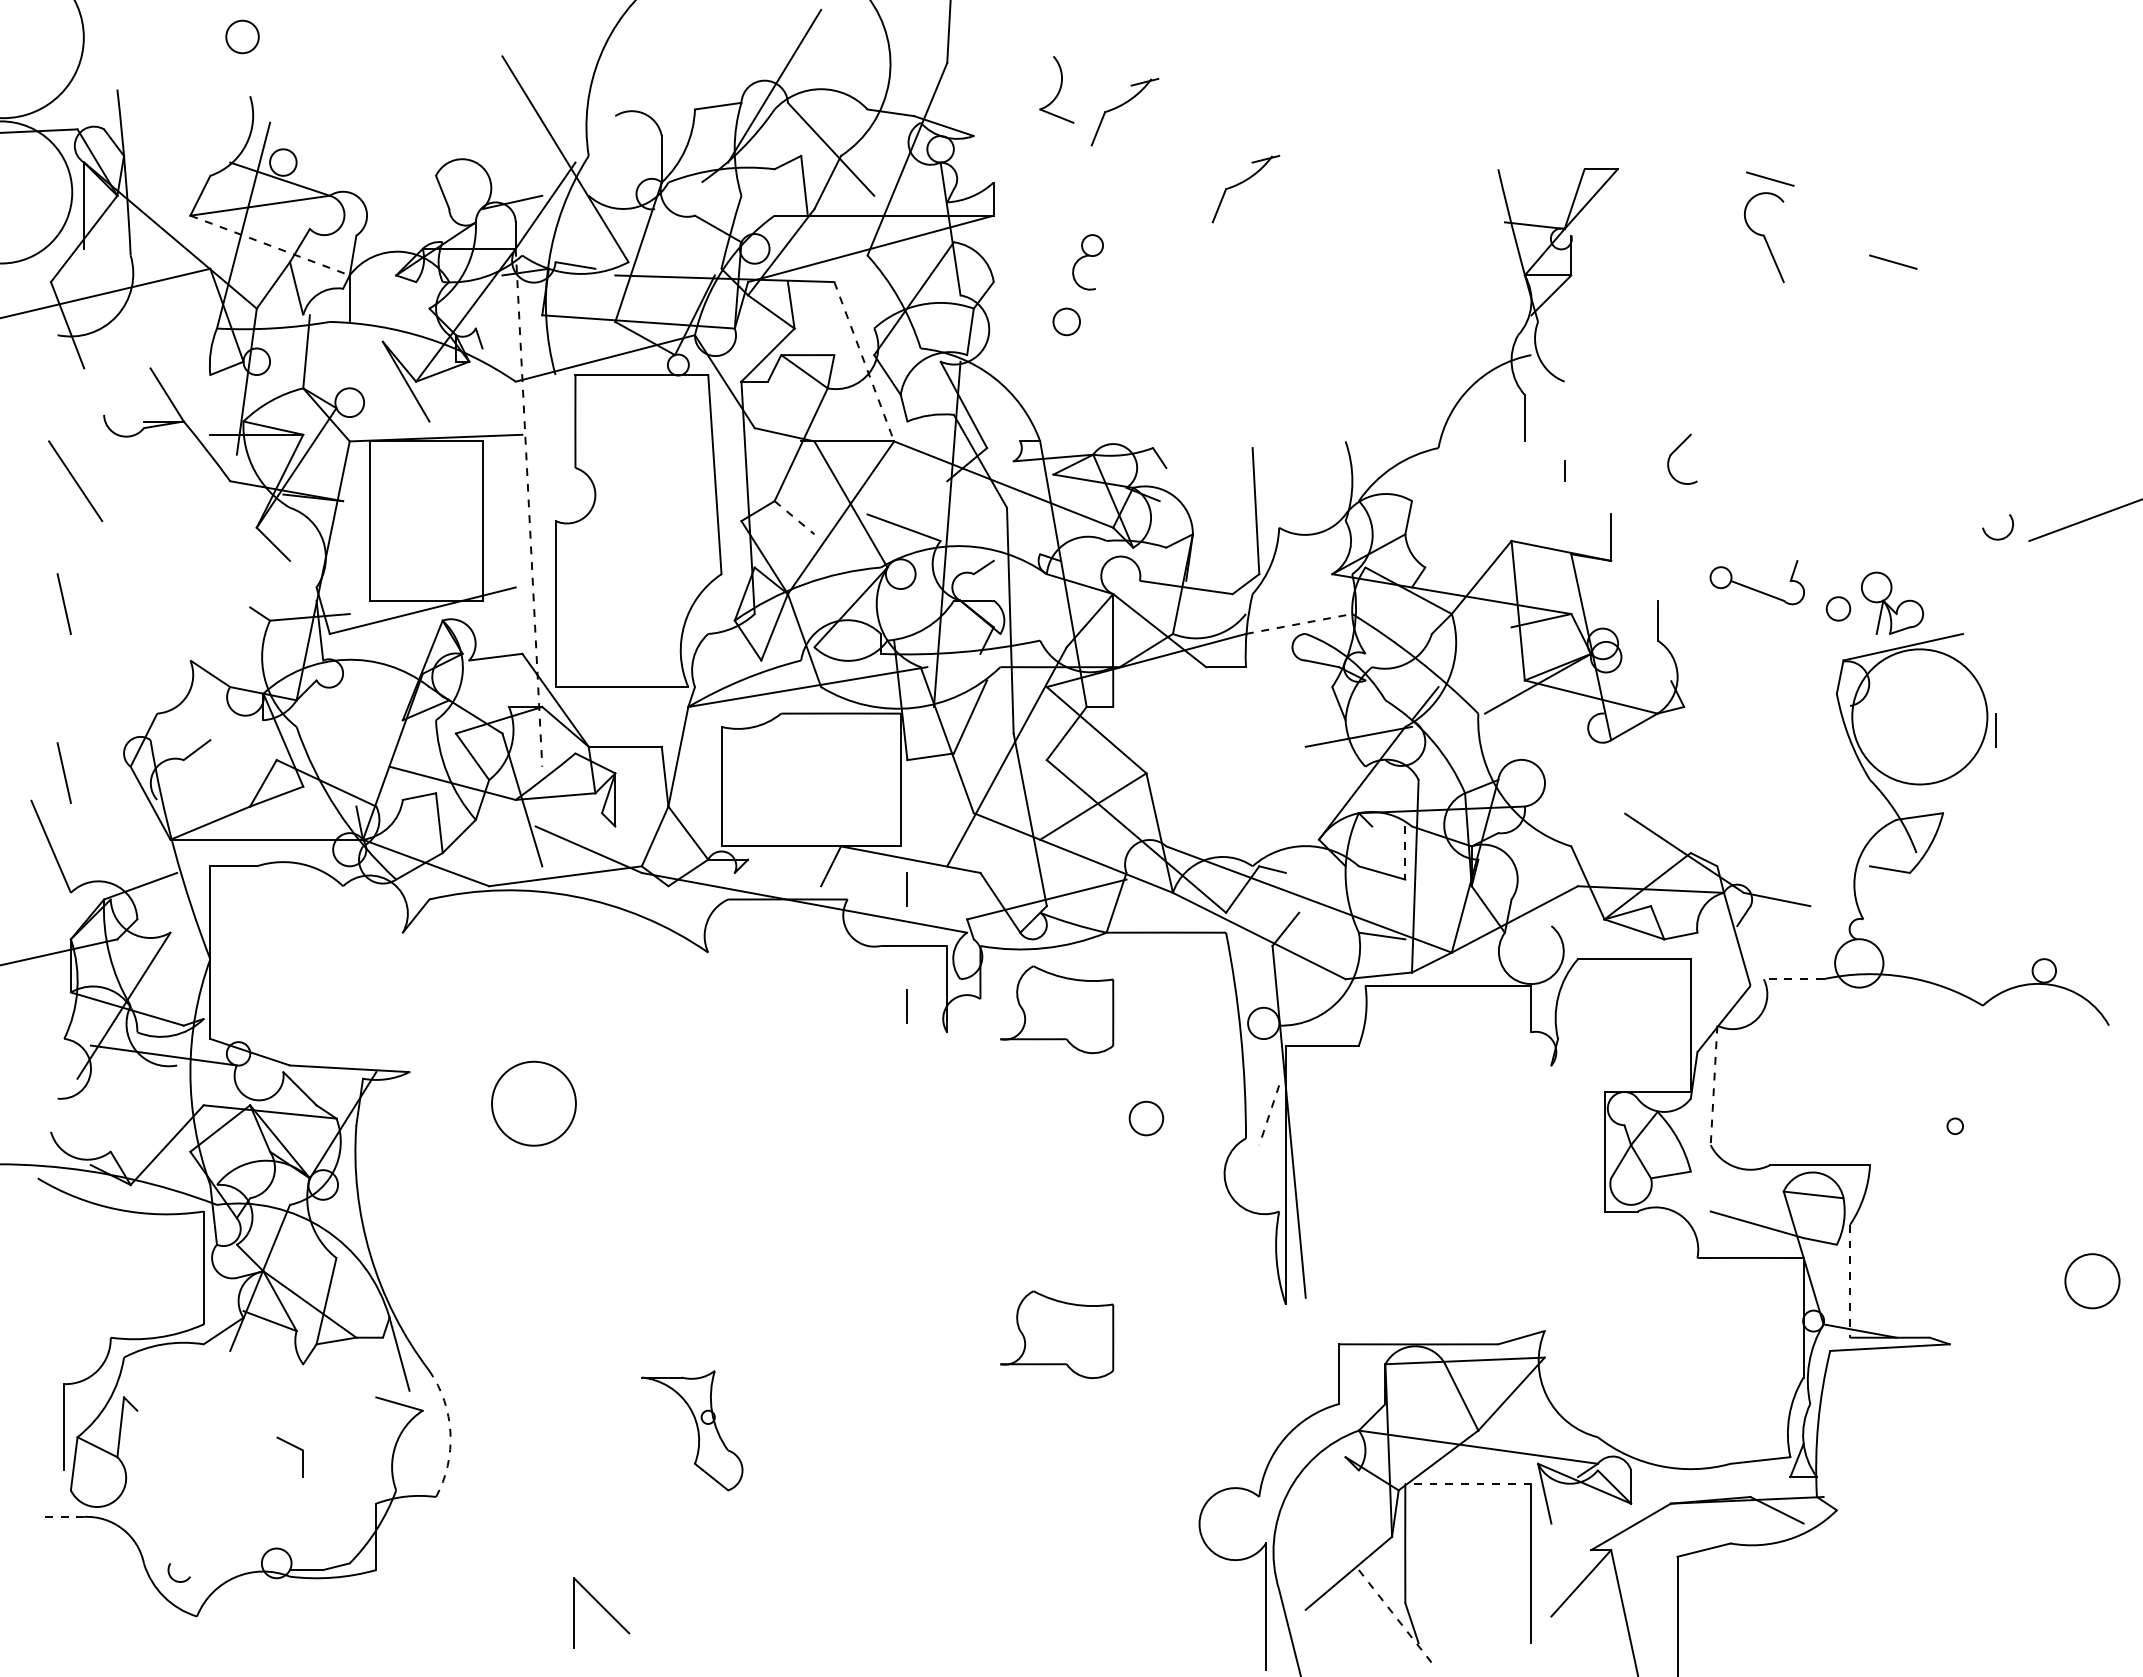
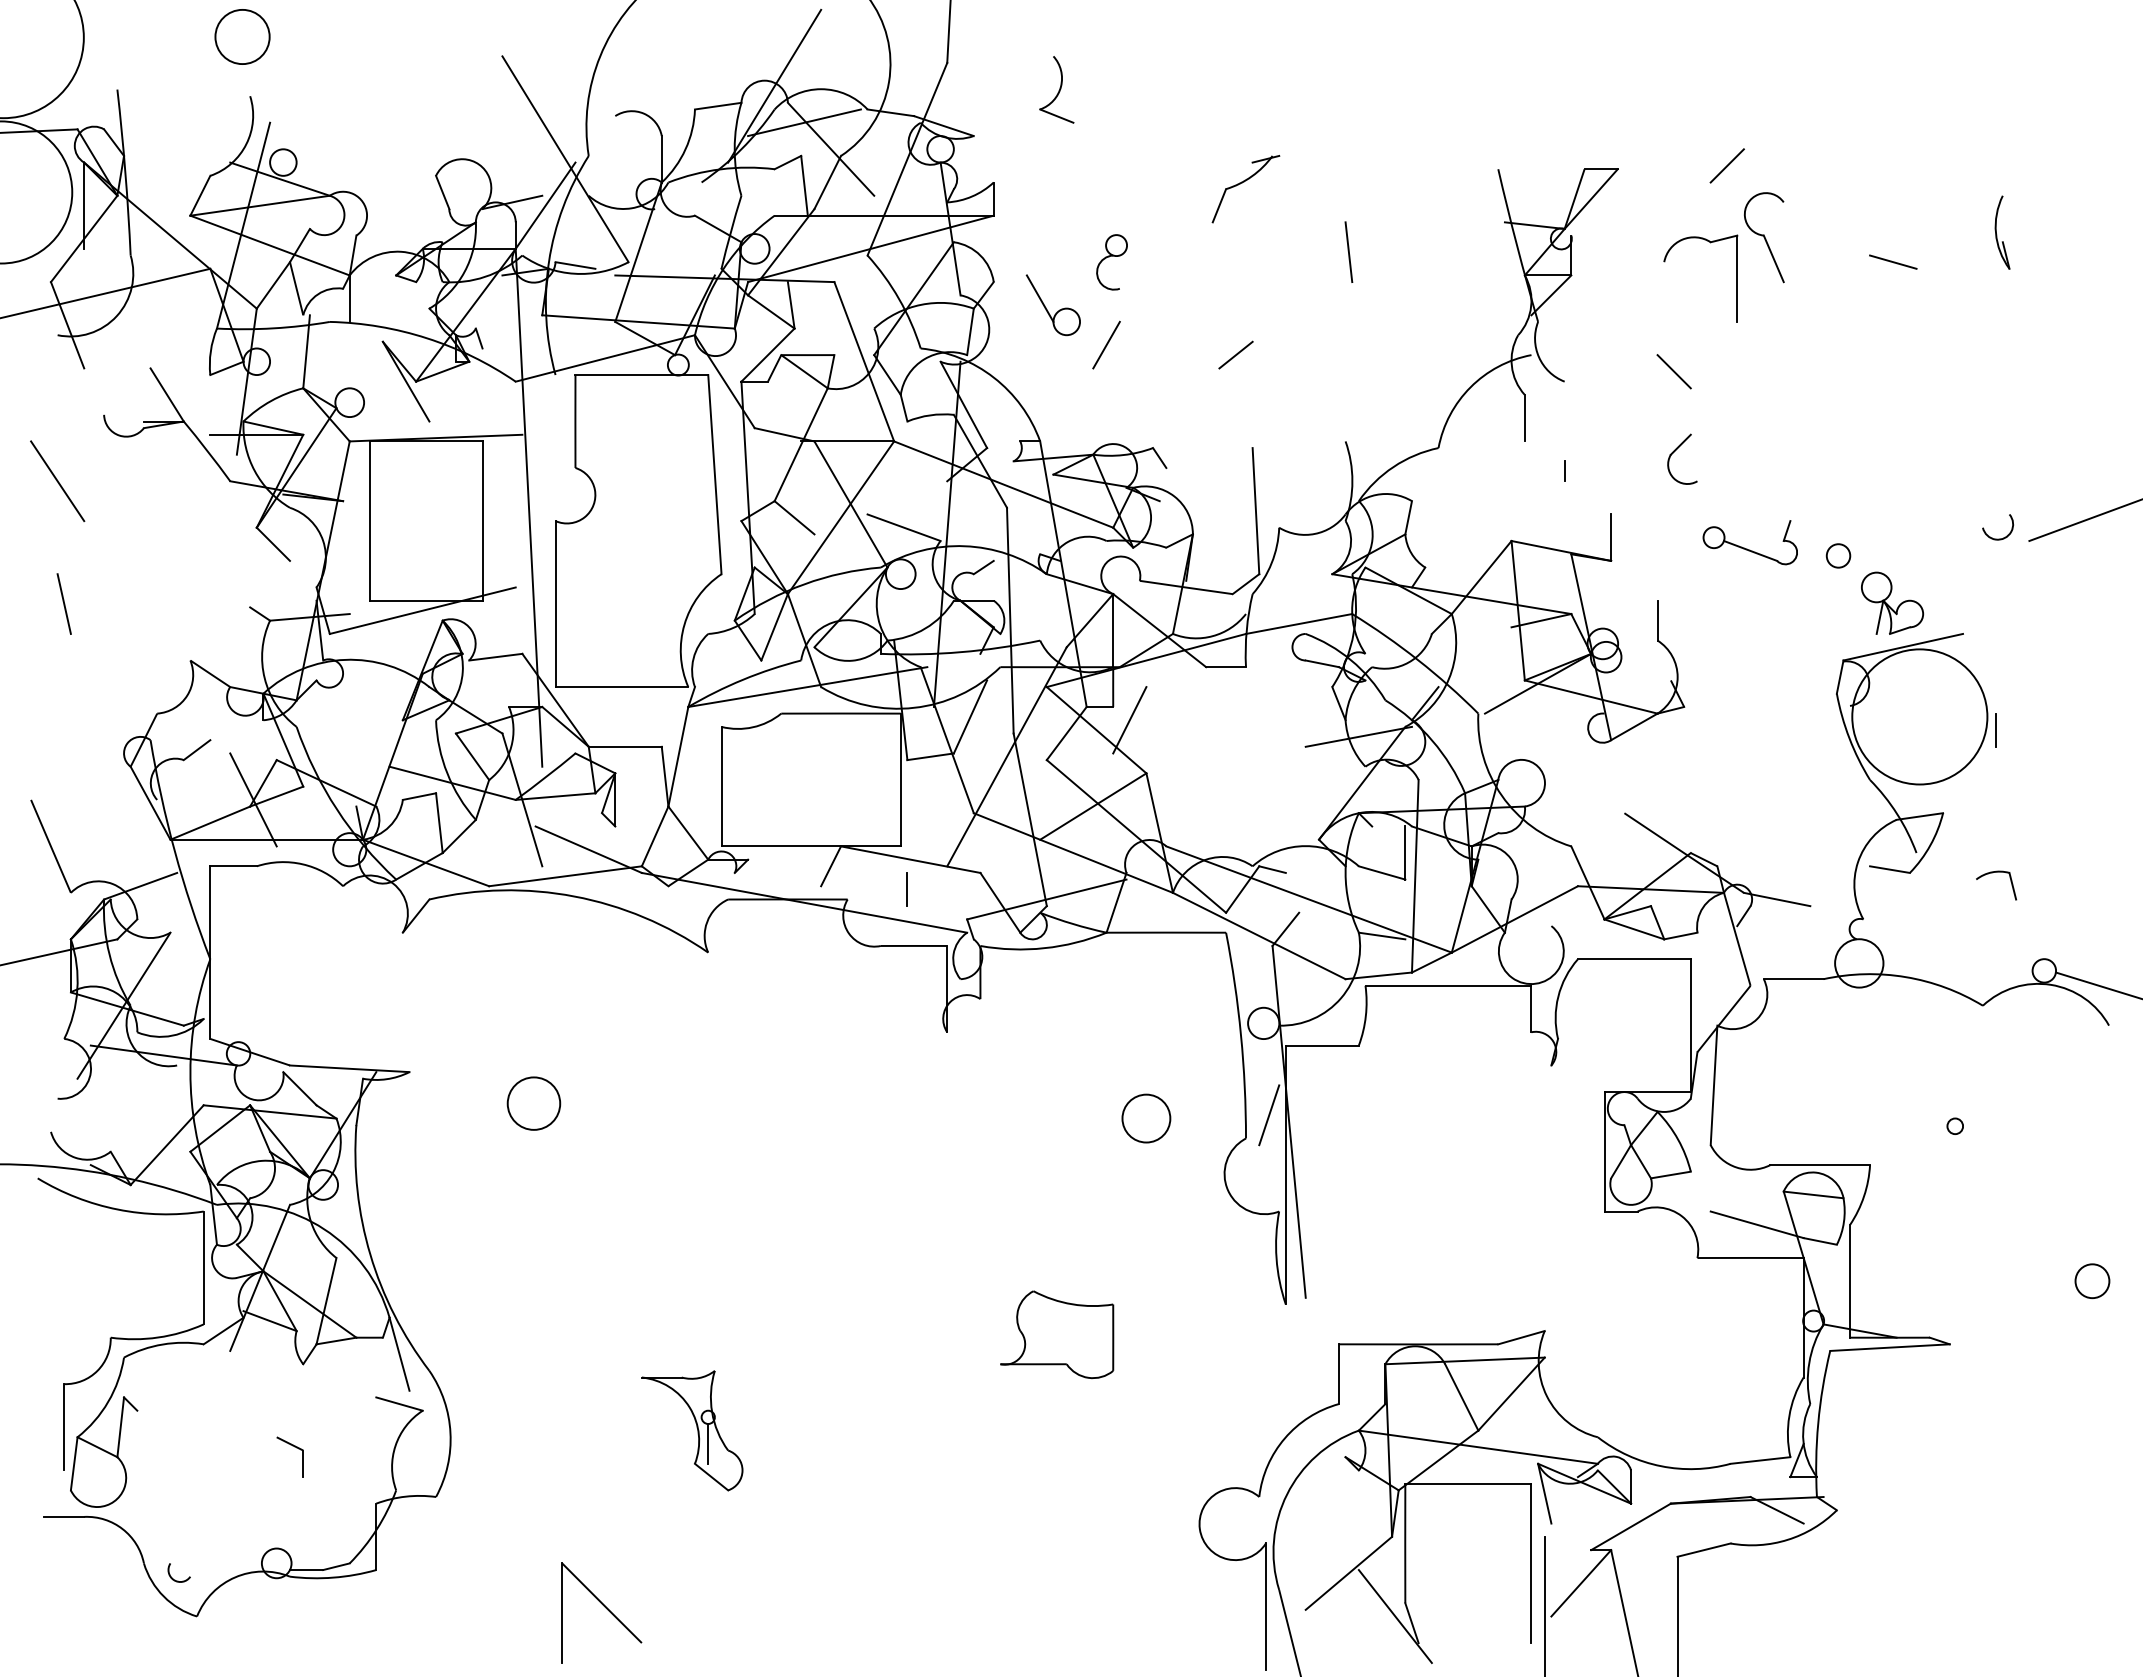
circle at (242, 36) diameter: 33 px -> 54 px
part at (1121, 106): present -> none
line at (804, 122): none -> present
line at (1726, 165): none -> present
line at (1770, 178): present -> none
part at (2002, 232): none -> present
line at (270, 245): dashed -> solid
line at (1348, 252): none -> present
part at (1087, 262) position: (1087, 262) -> (1111, 262)
part at (1736, 278): none -> present
line at (1039, 298): none -> present
line at (1106, 344): none -> present
line at (1235, 354): none -> present
line at (864, 362): dashed -> solid
line at (1673, 371): none -> present
line at (75, 480) position: (75, 480) -> (57, 480)
line at (529, 508): dashed -> solid
line at (794, 517): dashed -> solid
part at (1754, 588) position: (1754, 588) -> (1747, 548)
circle at (1838, 608) position: (1838, 608) -> (1838, 555)
line at (1299, 623): dashed -> solid
line at (1129, 720): none -> present
line at (63, 772): present -> none
line at (253, 799): none -> present
line at (1405, 853): dashed -> solid
part at (1992, 873): none -> present
line at (1793, 979): dashed -> solid
line at (2097, 985): none -> present
line at (906, 1006): present -> none
part at (1057, 1009): present -> none
line at (1714, 1085): dashed -> solid
circle at (533, 1103) size: 86x87 px -> 56x55 px
line at (1269, 1115): dashed -> solid
circle at (1146, 1118) size: 37x37 px -> 51x51 px
line at (1850, 1281): dashed -> solid
circle at (2092, 1281) diameter: 54 px -> 34 px
arc at (450, 1433): dashed -> solid
line at (708, 1443): none -> present
line at (1467, 1483): dashed -> solid
line at (64, 1516): dashed -> solid
line at (1544, 1604): none -> present
part at (601, 1612) size: 58x72 px -> 82x102 px
line at (1395, 1616): dashed -> solid
